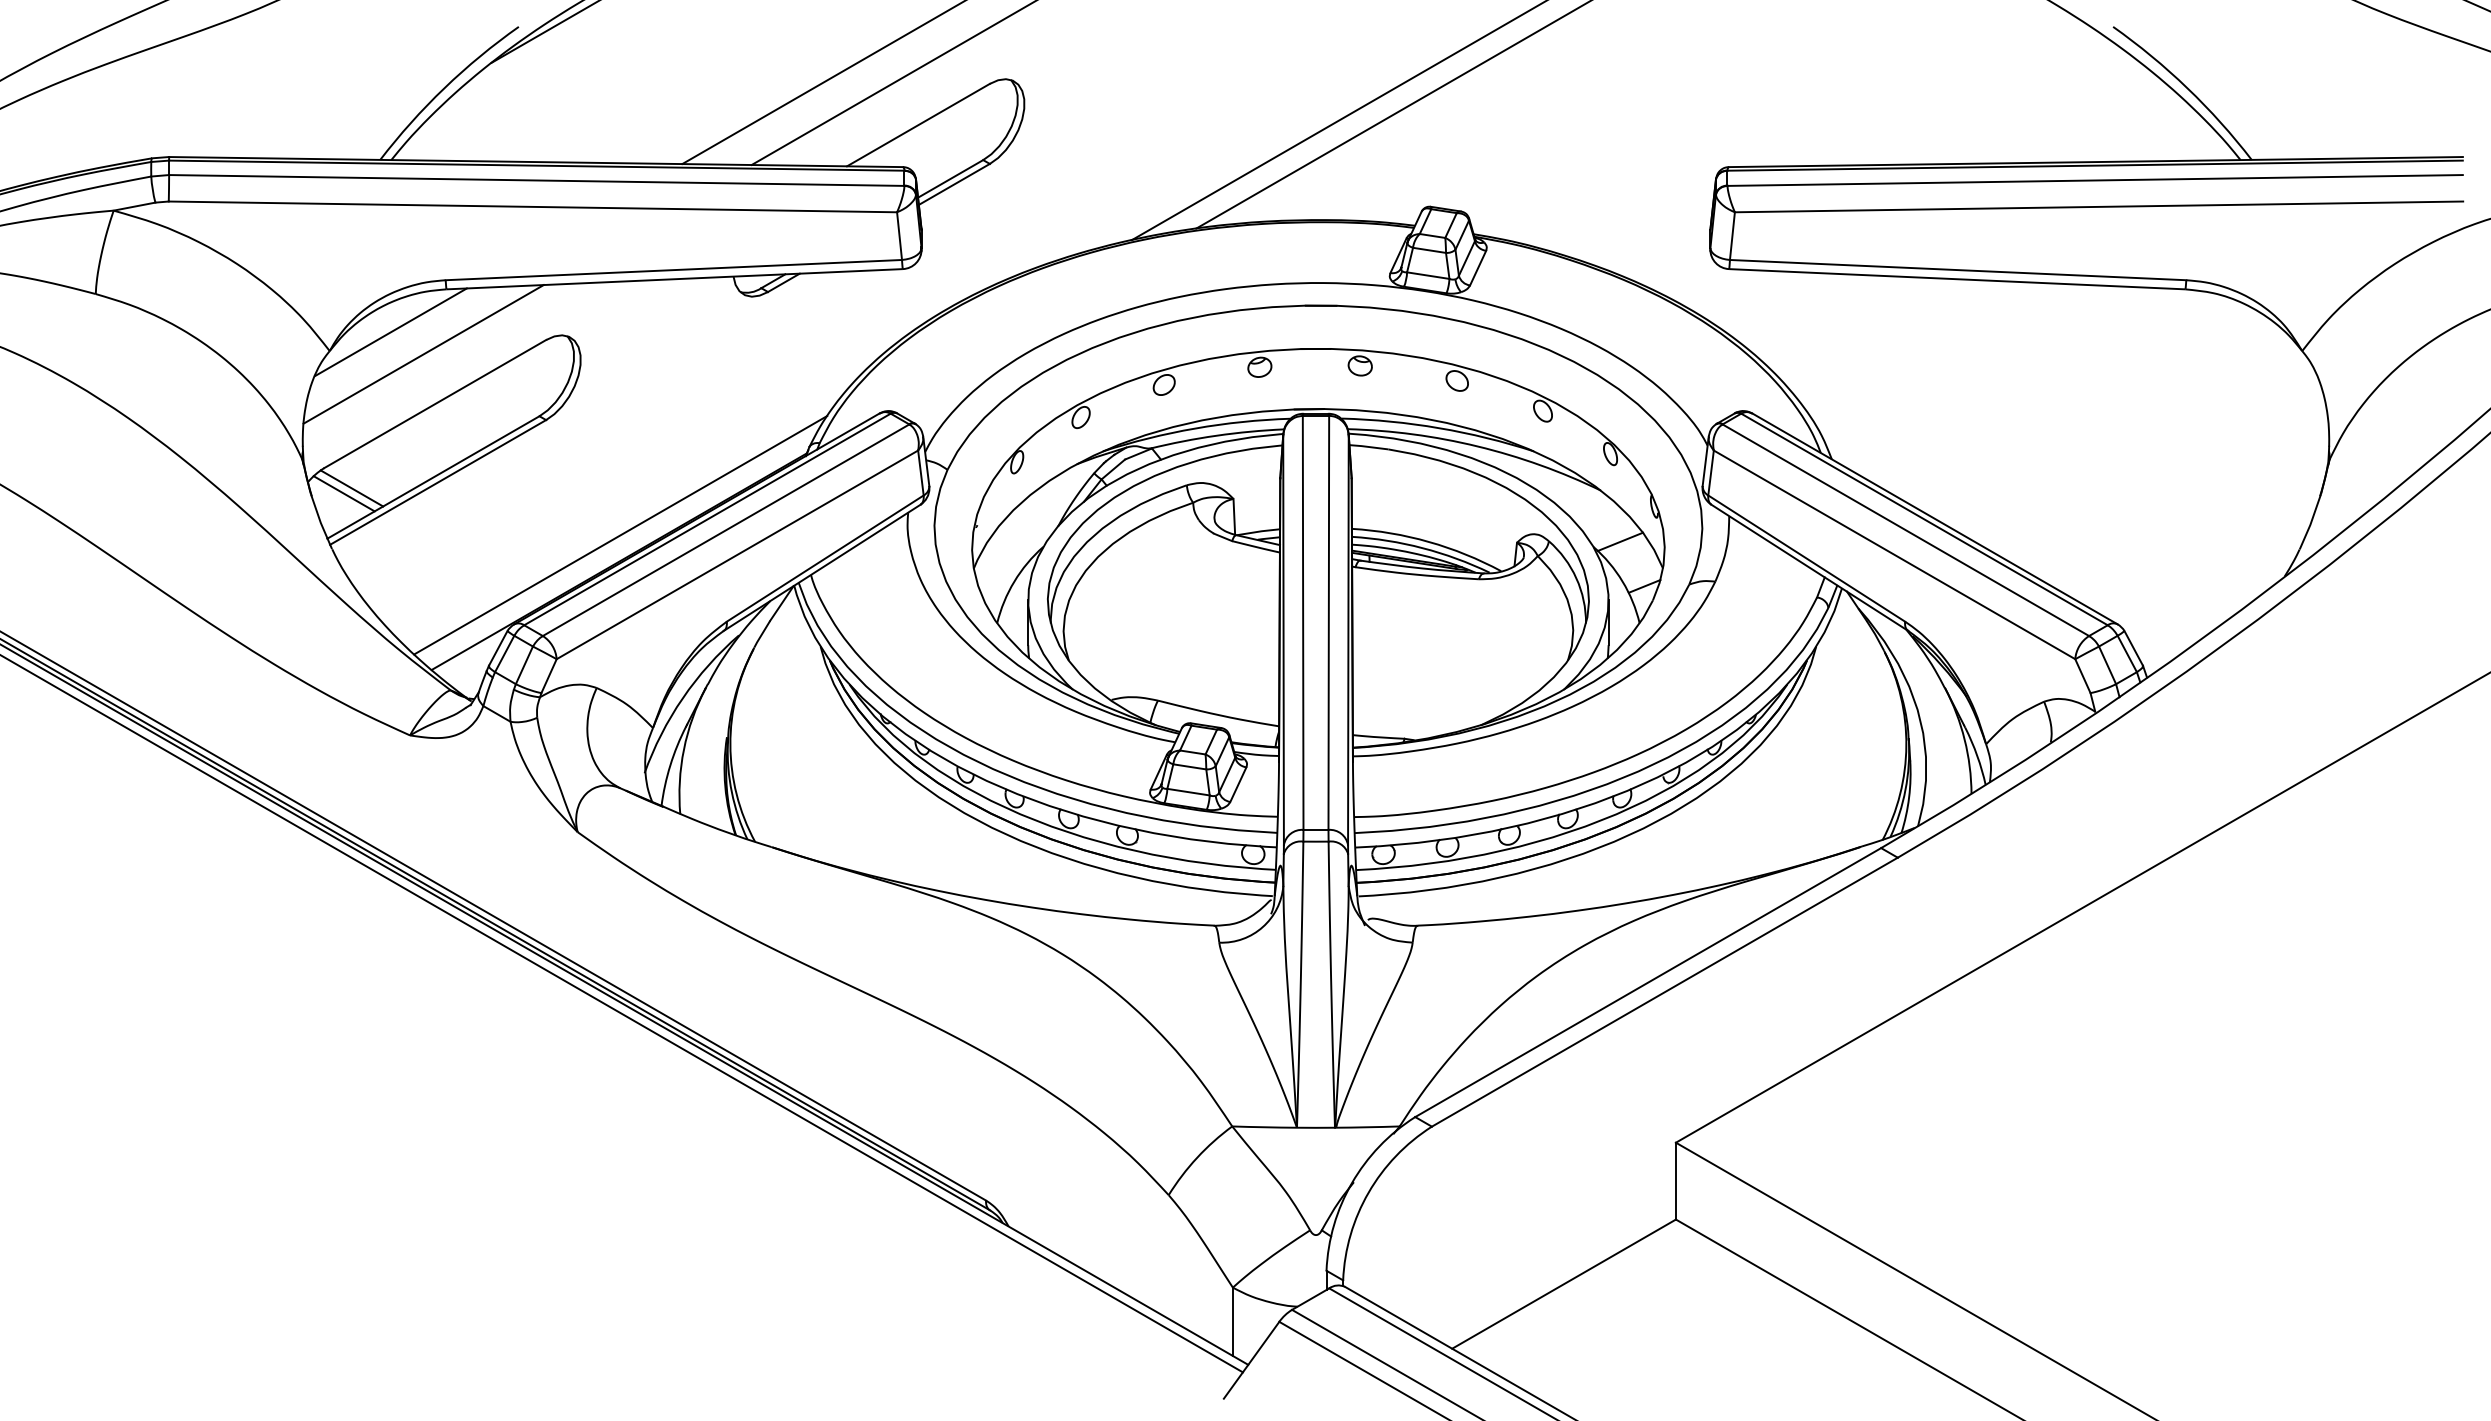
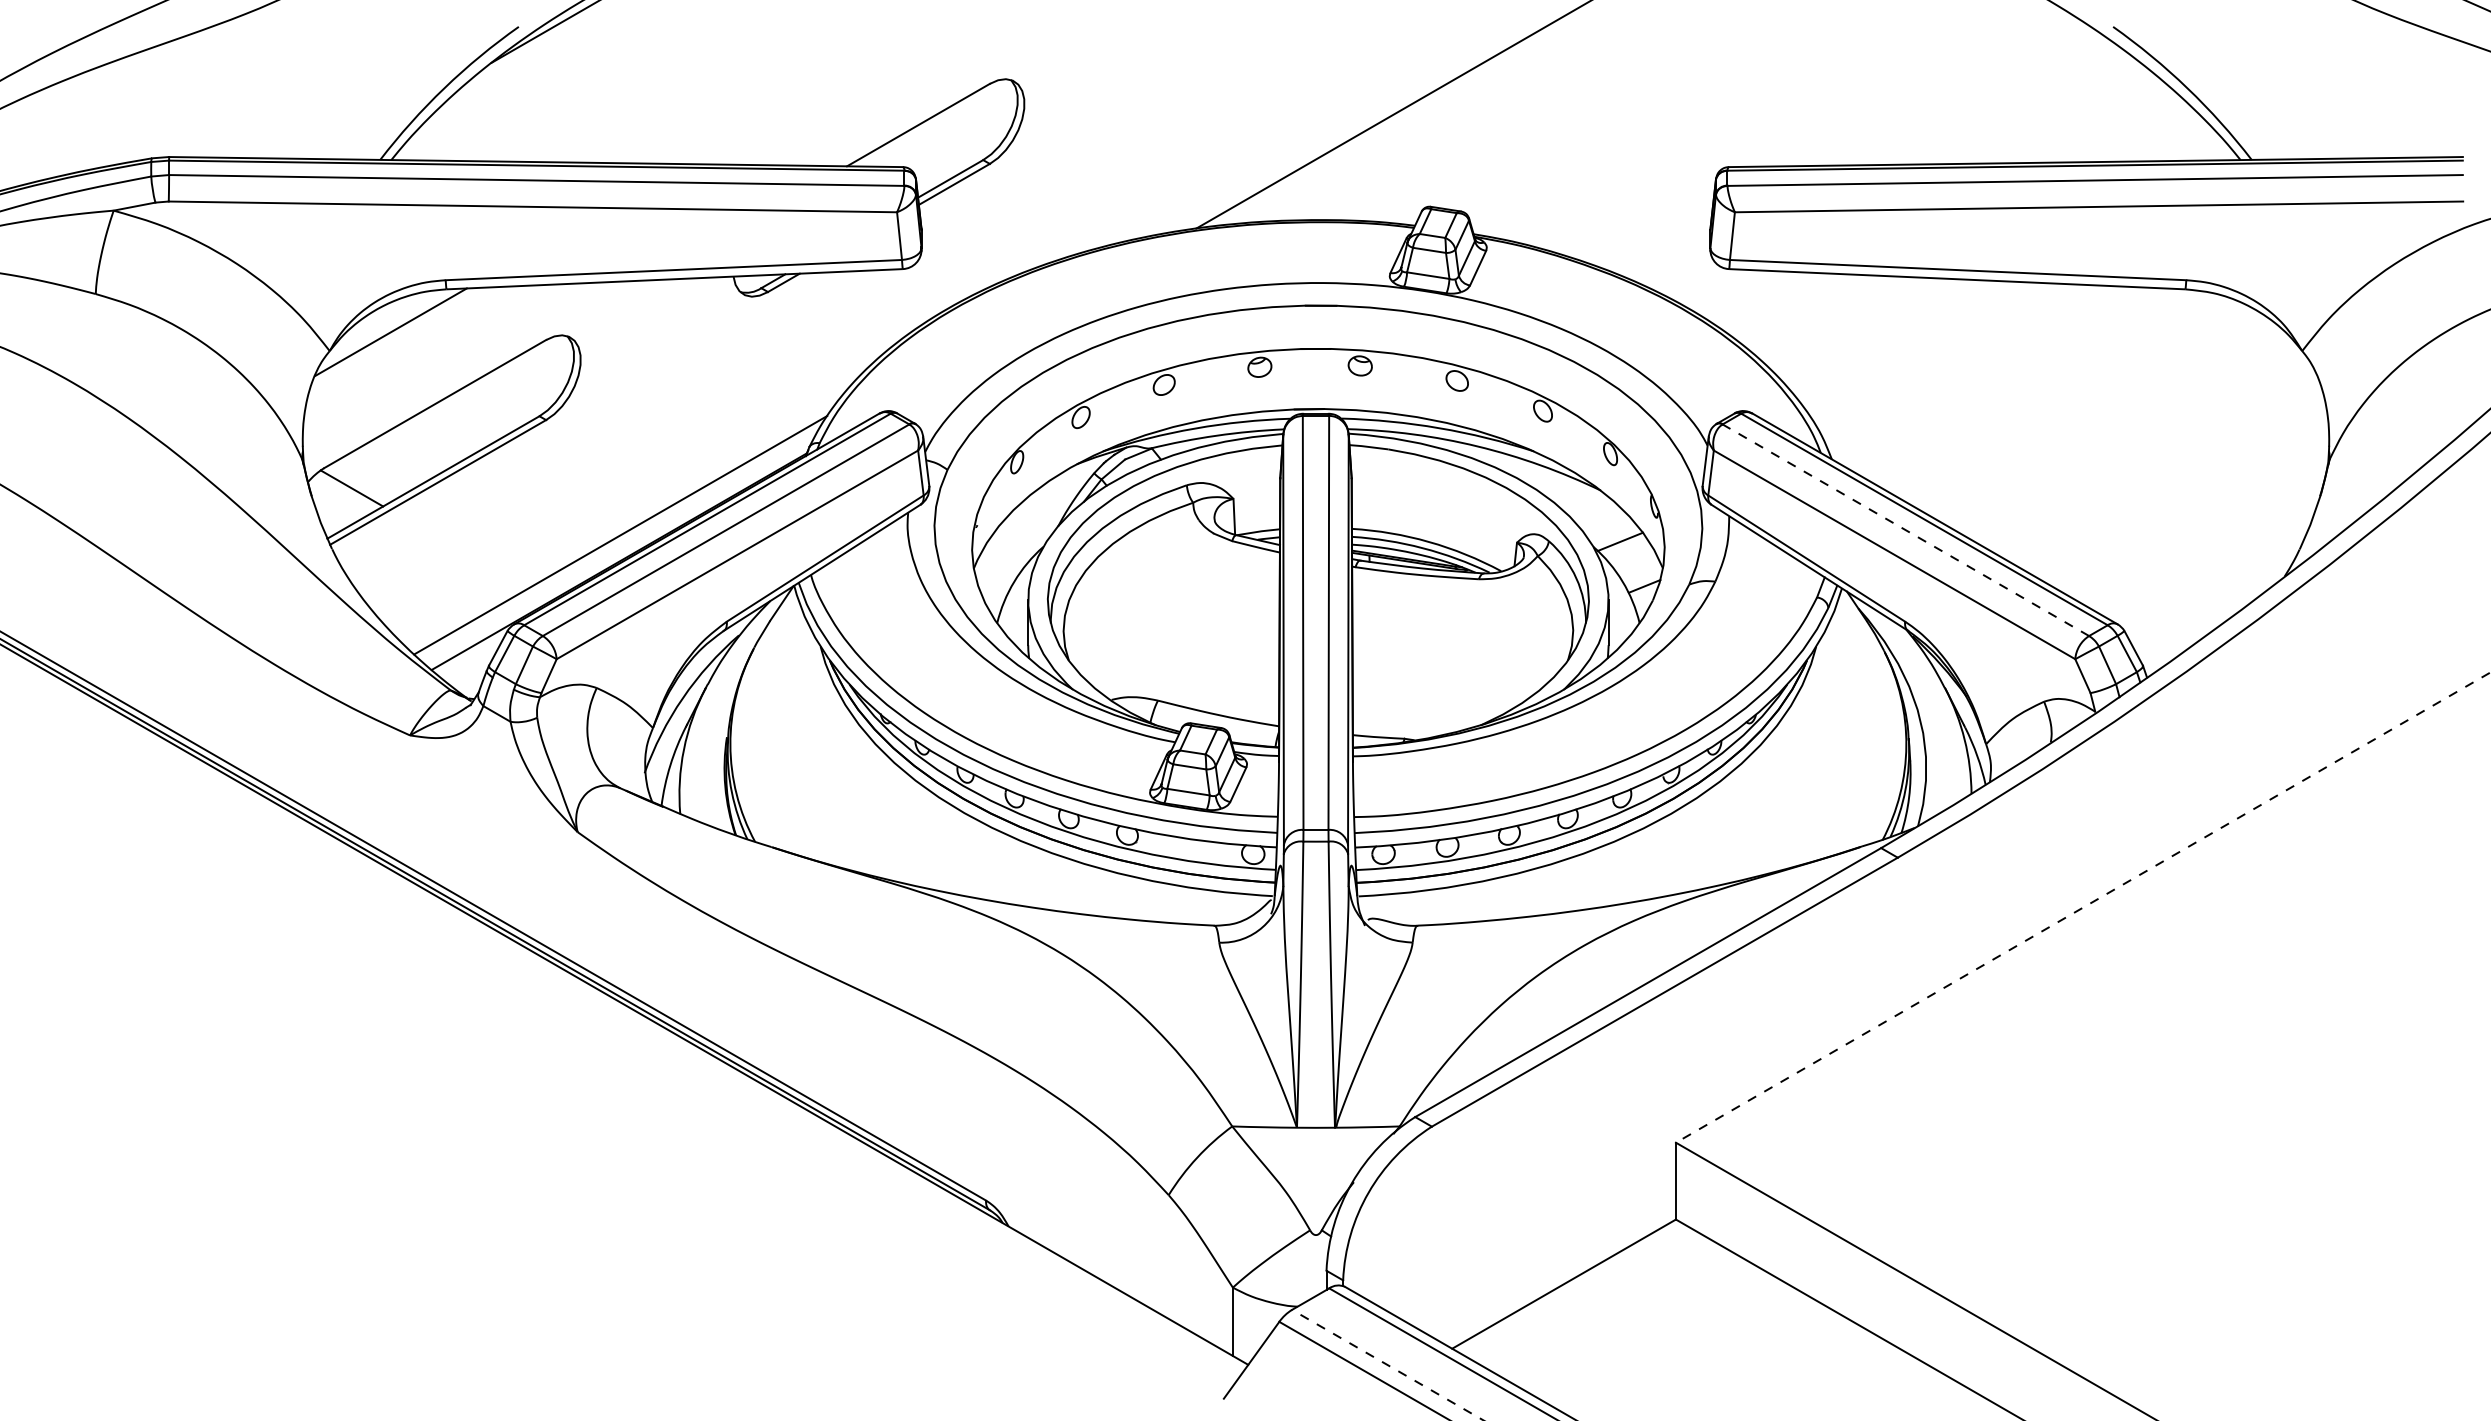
line at (822, 83): present -> none
line at (892, 83): present -> none
line at (1337, 121): present -> none
line at (423, 354): present -> none
line at (343, 493): present -> none
line at (1905, 530): solid -> dashed
line at (2082, 907): solid -> dashed
line at (622, 1014): present -> none
line at (1388, 1365): solid -> dashed
